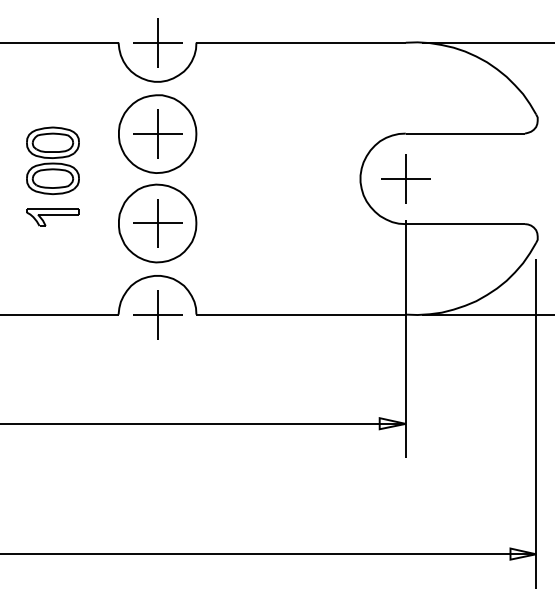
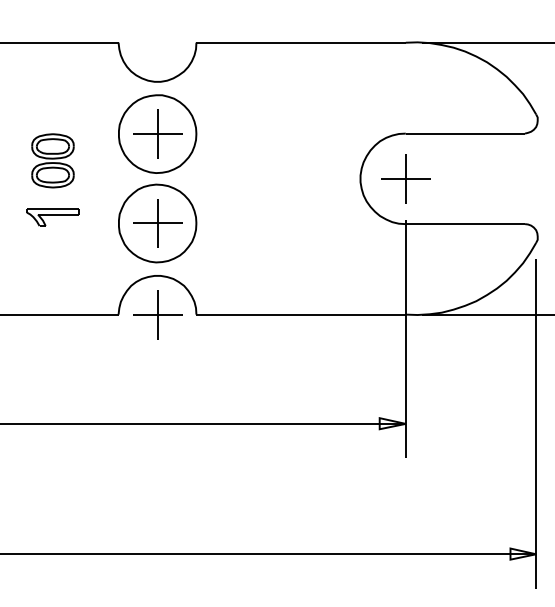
part at (157, 42): present -> none
part at (52, 160) size: 54x70 px -> 44x56 px
